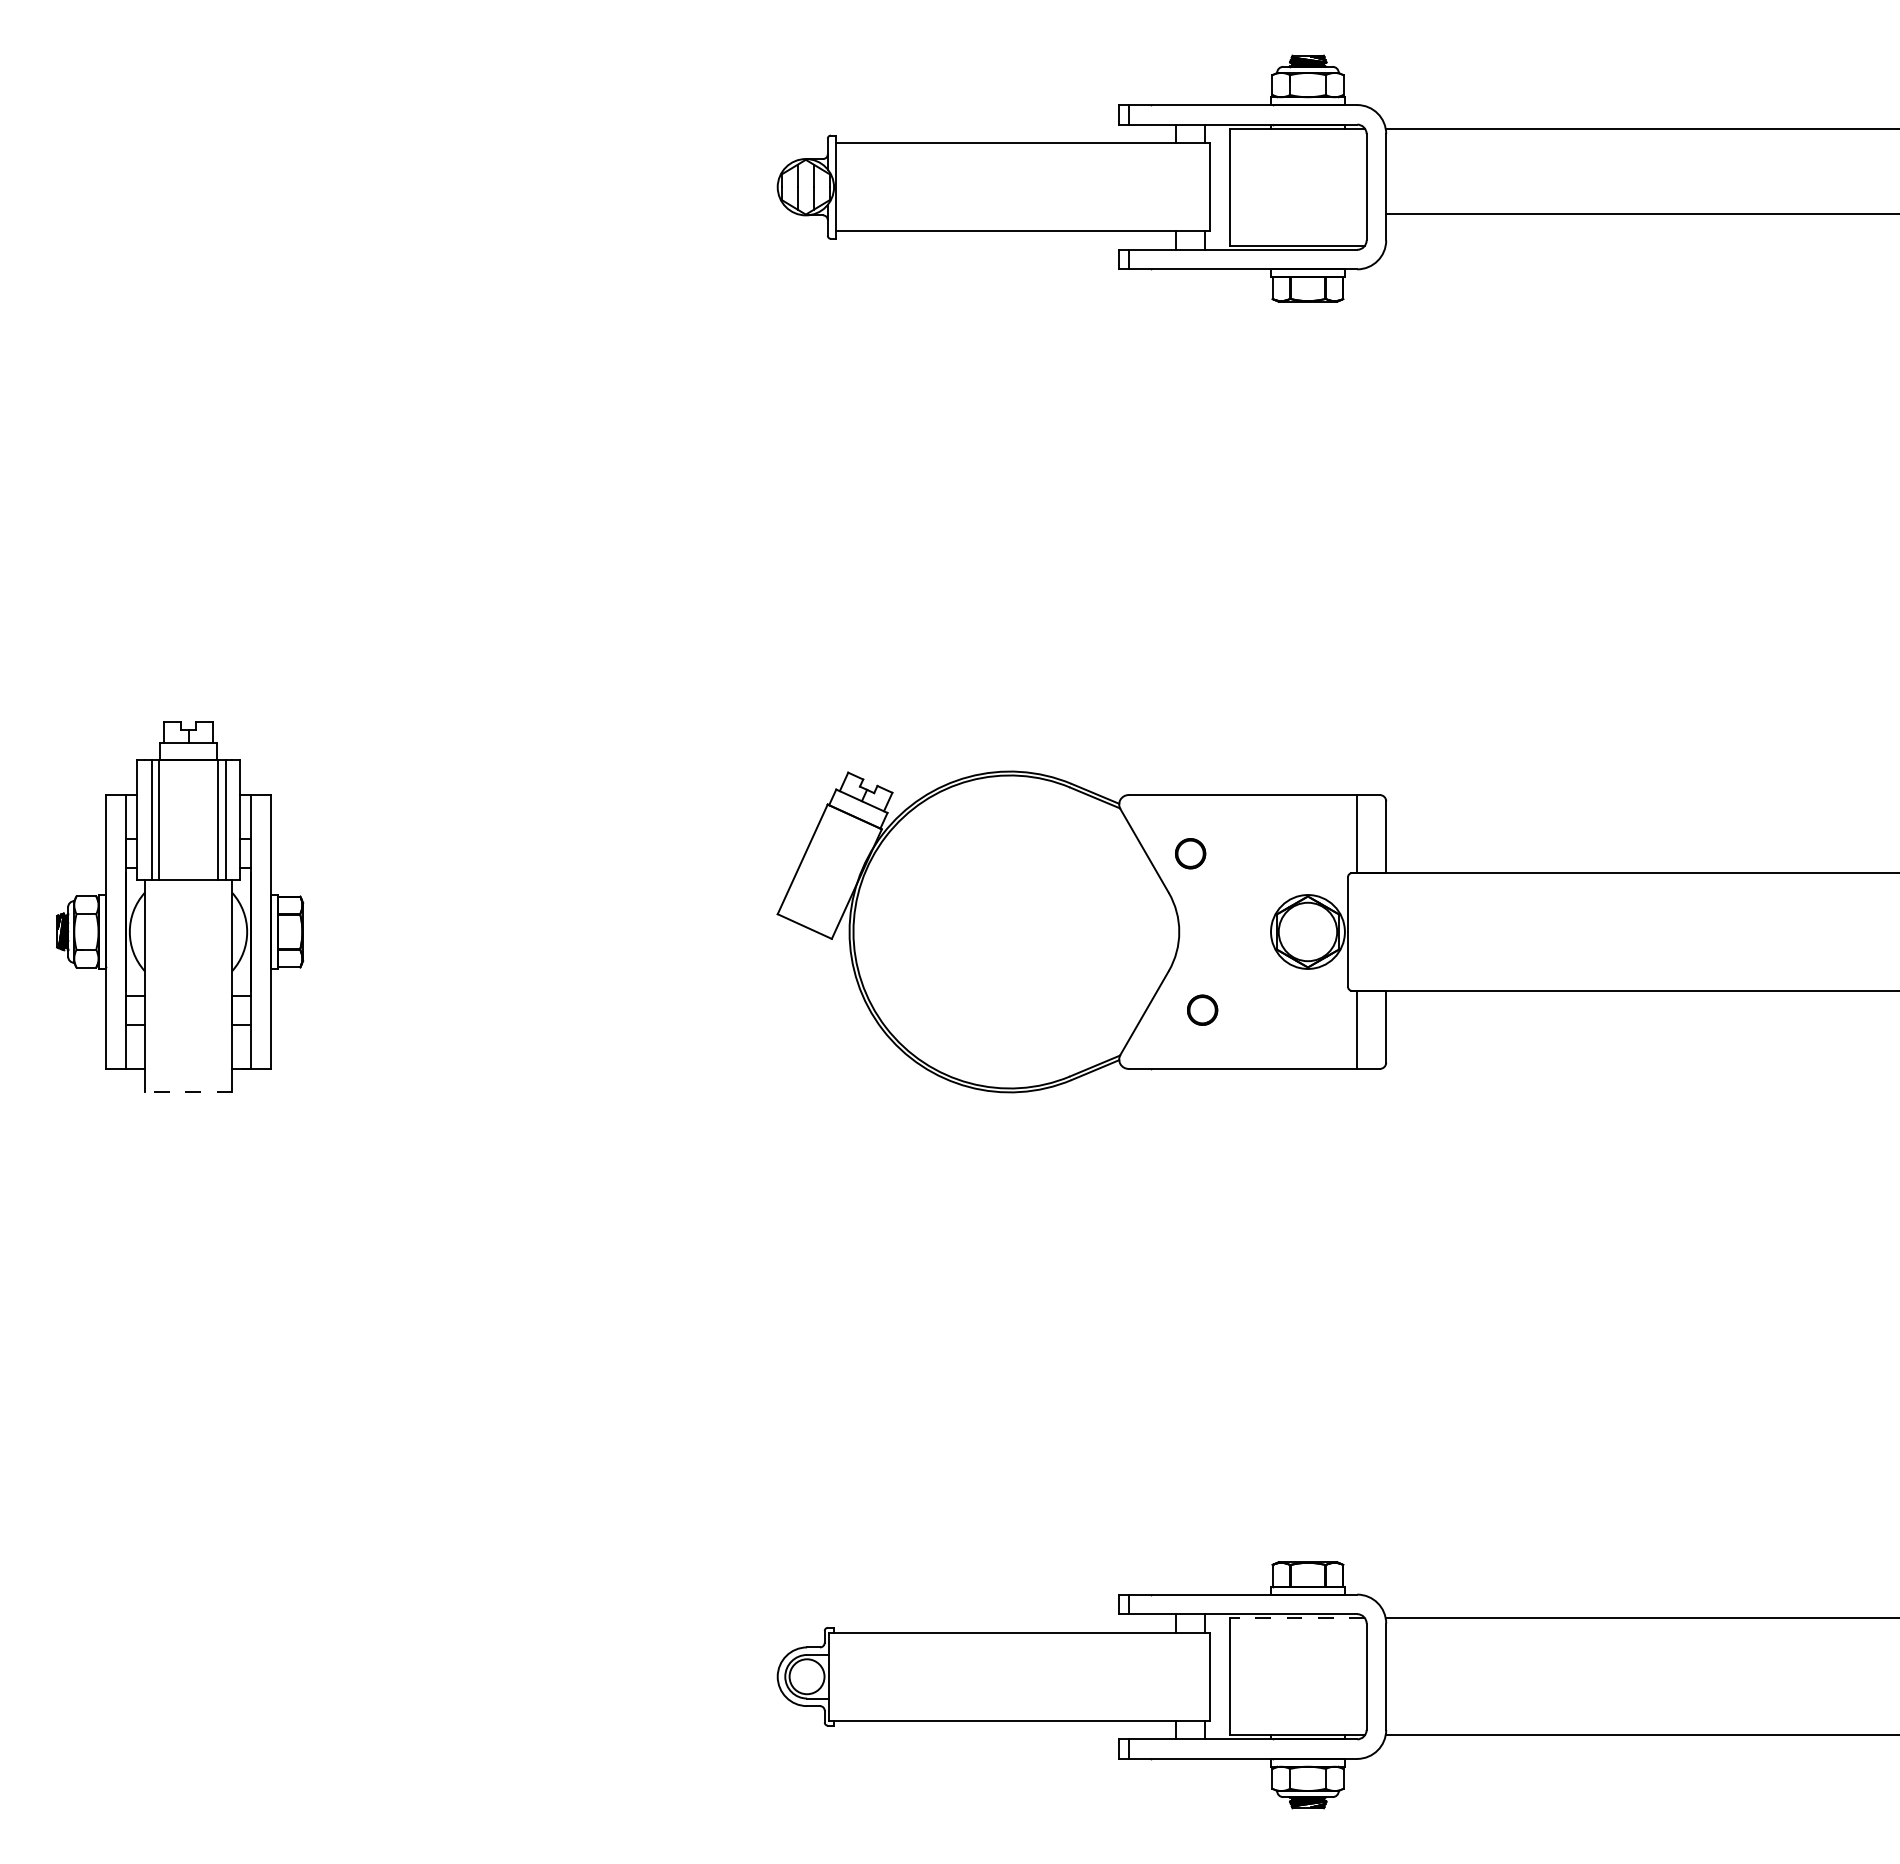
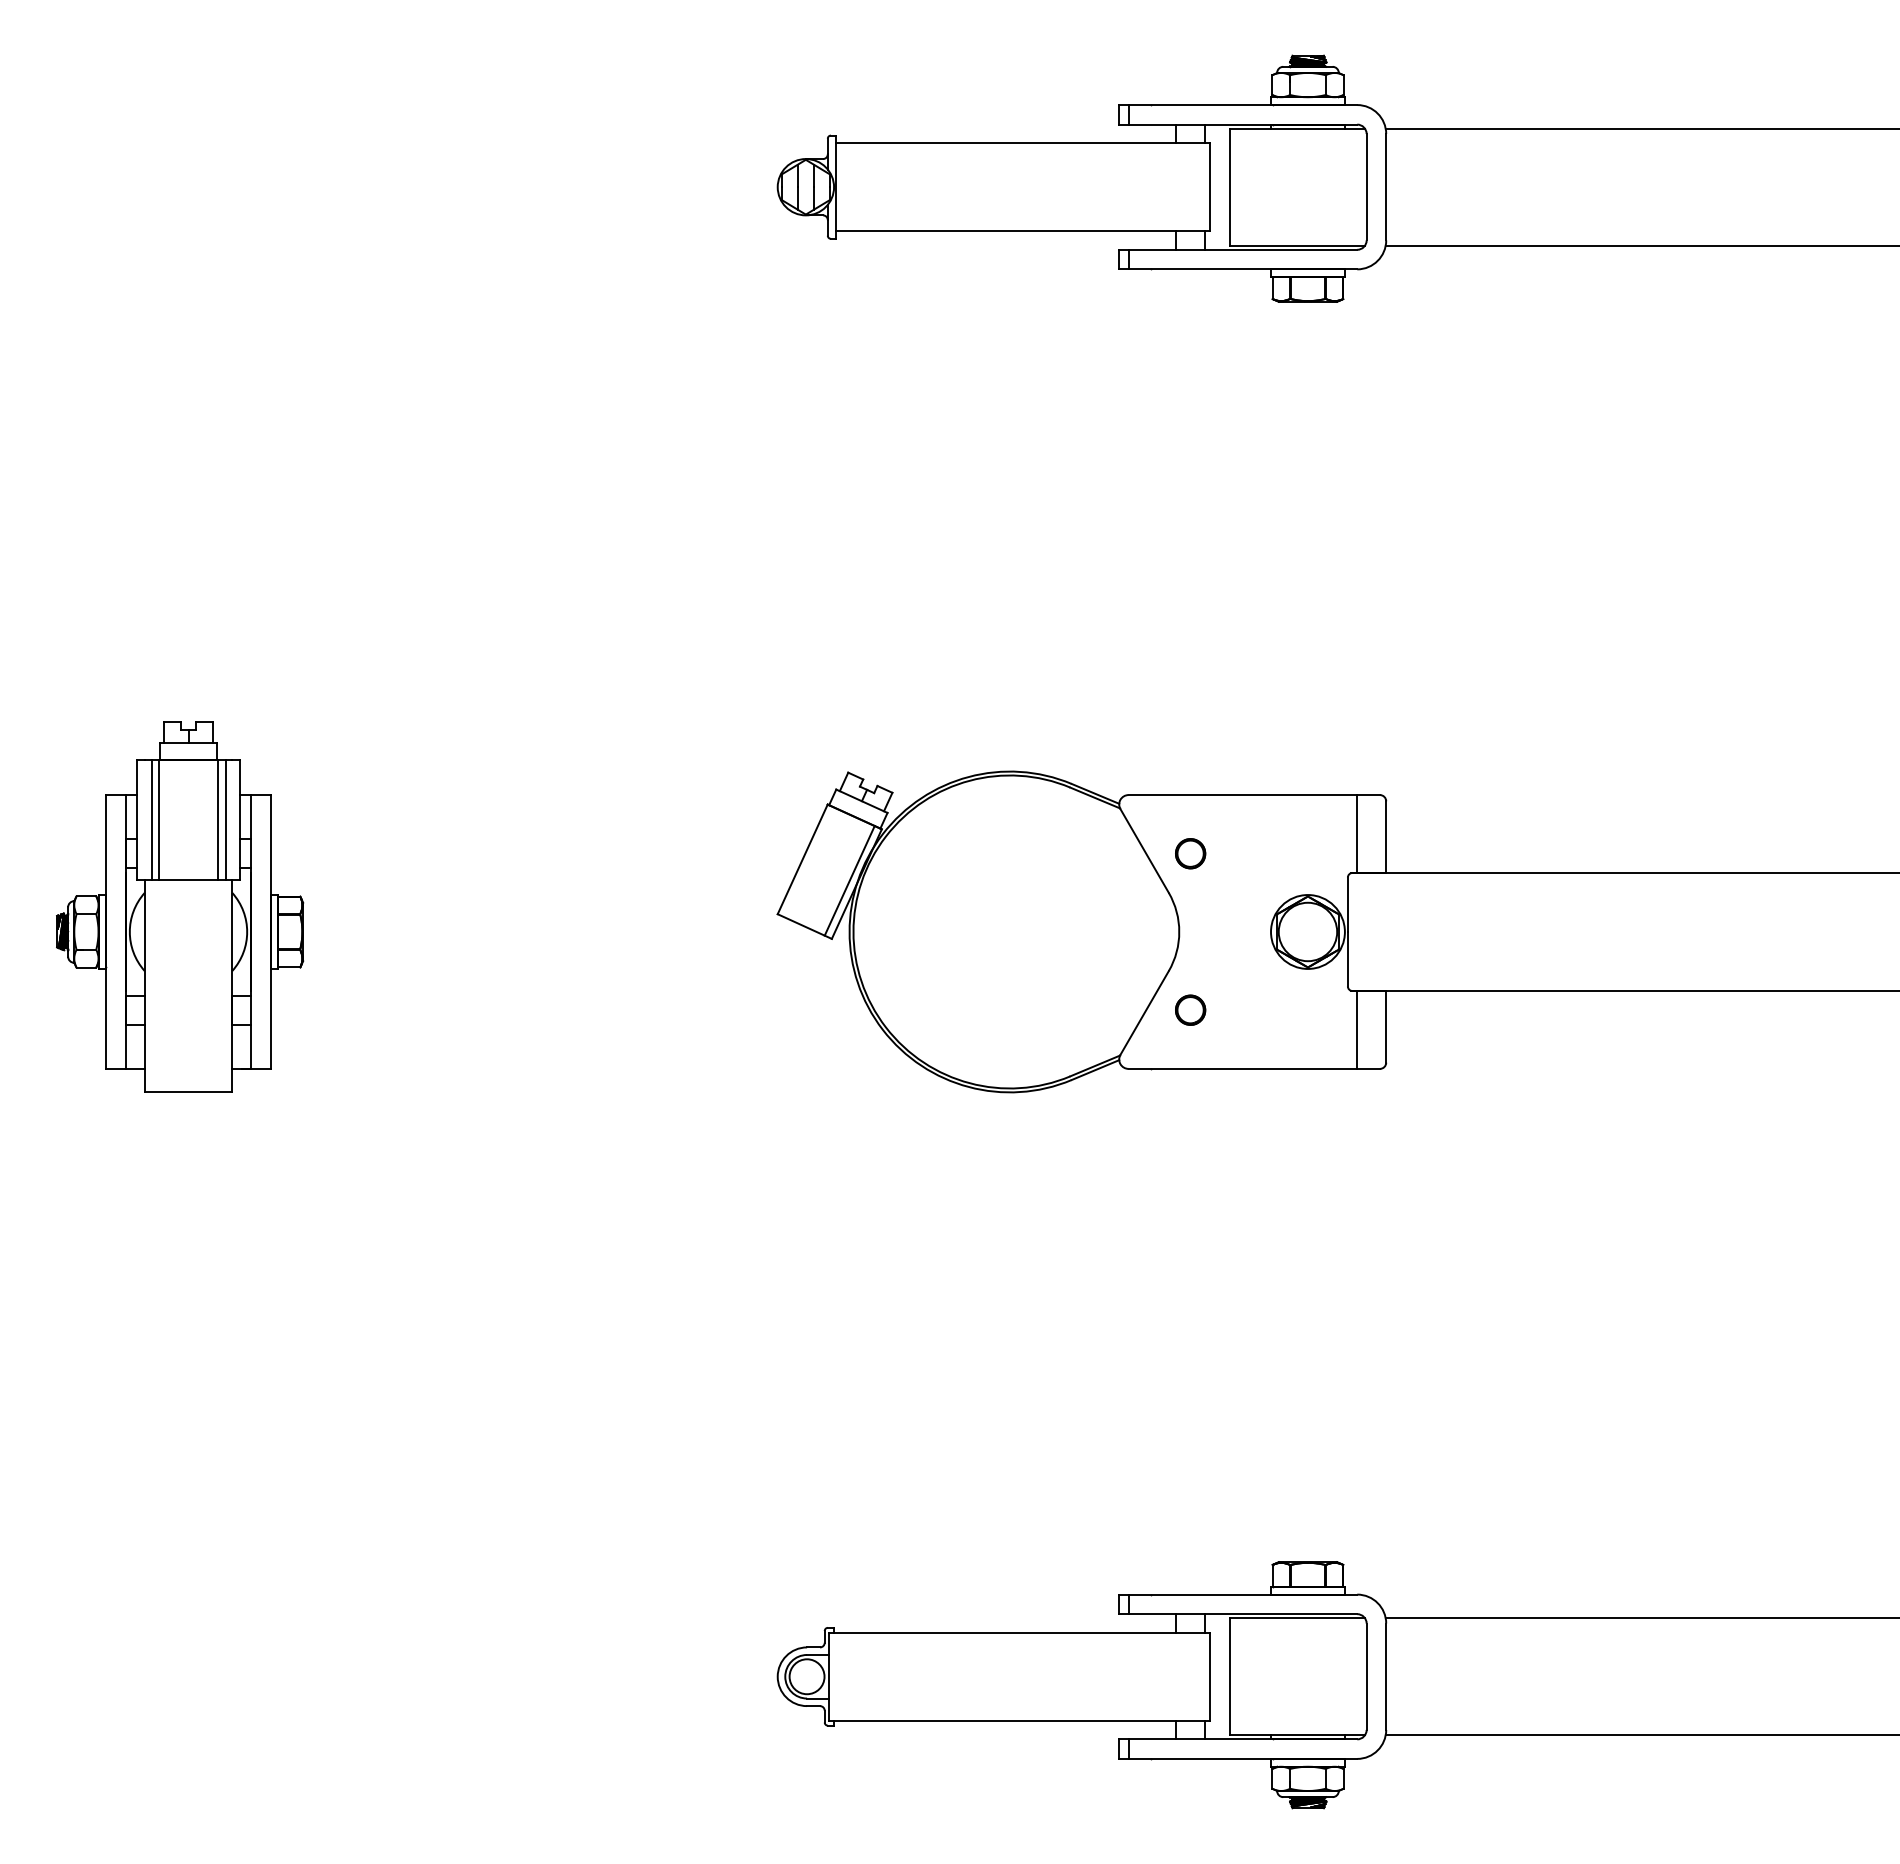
line at (1640, 213) position: (1640, 213) -> (1640, 245)
line at (849, 880): none -> present
part at (1202, 1009) position: (1202, 1009) -> (1190, 1009)
line at (188, 1092): dashed -> solid
line at (1297, 1618): dashed -> solid
